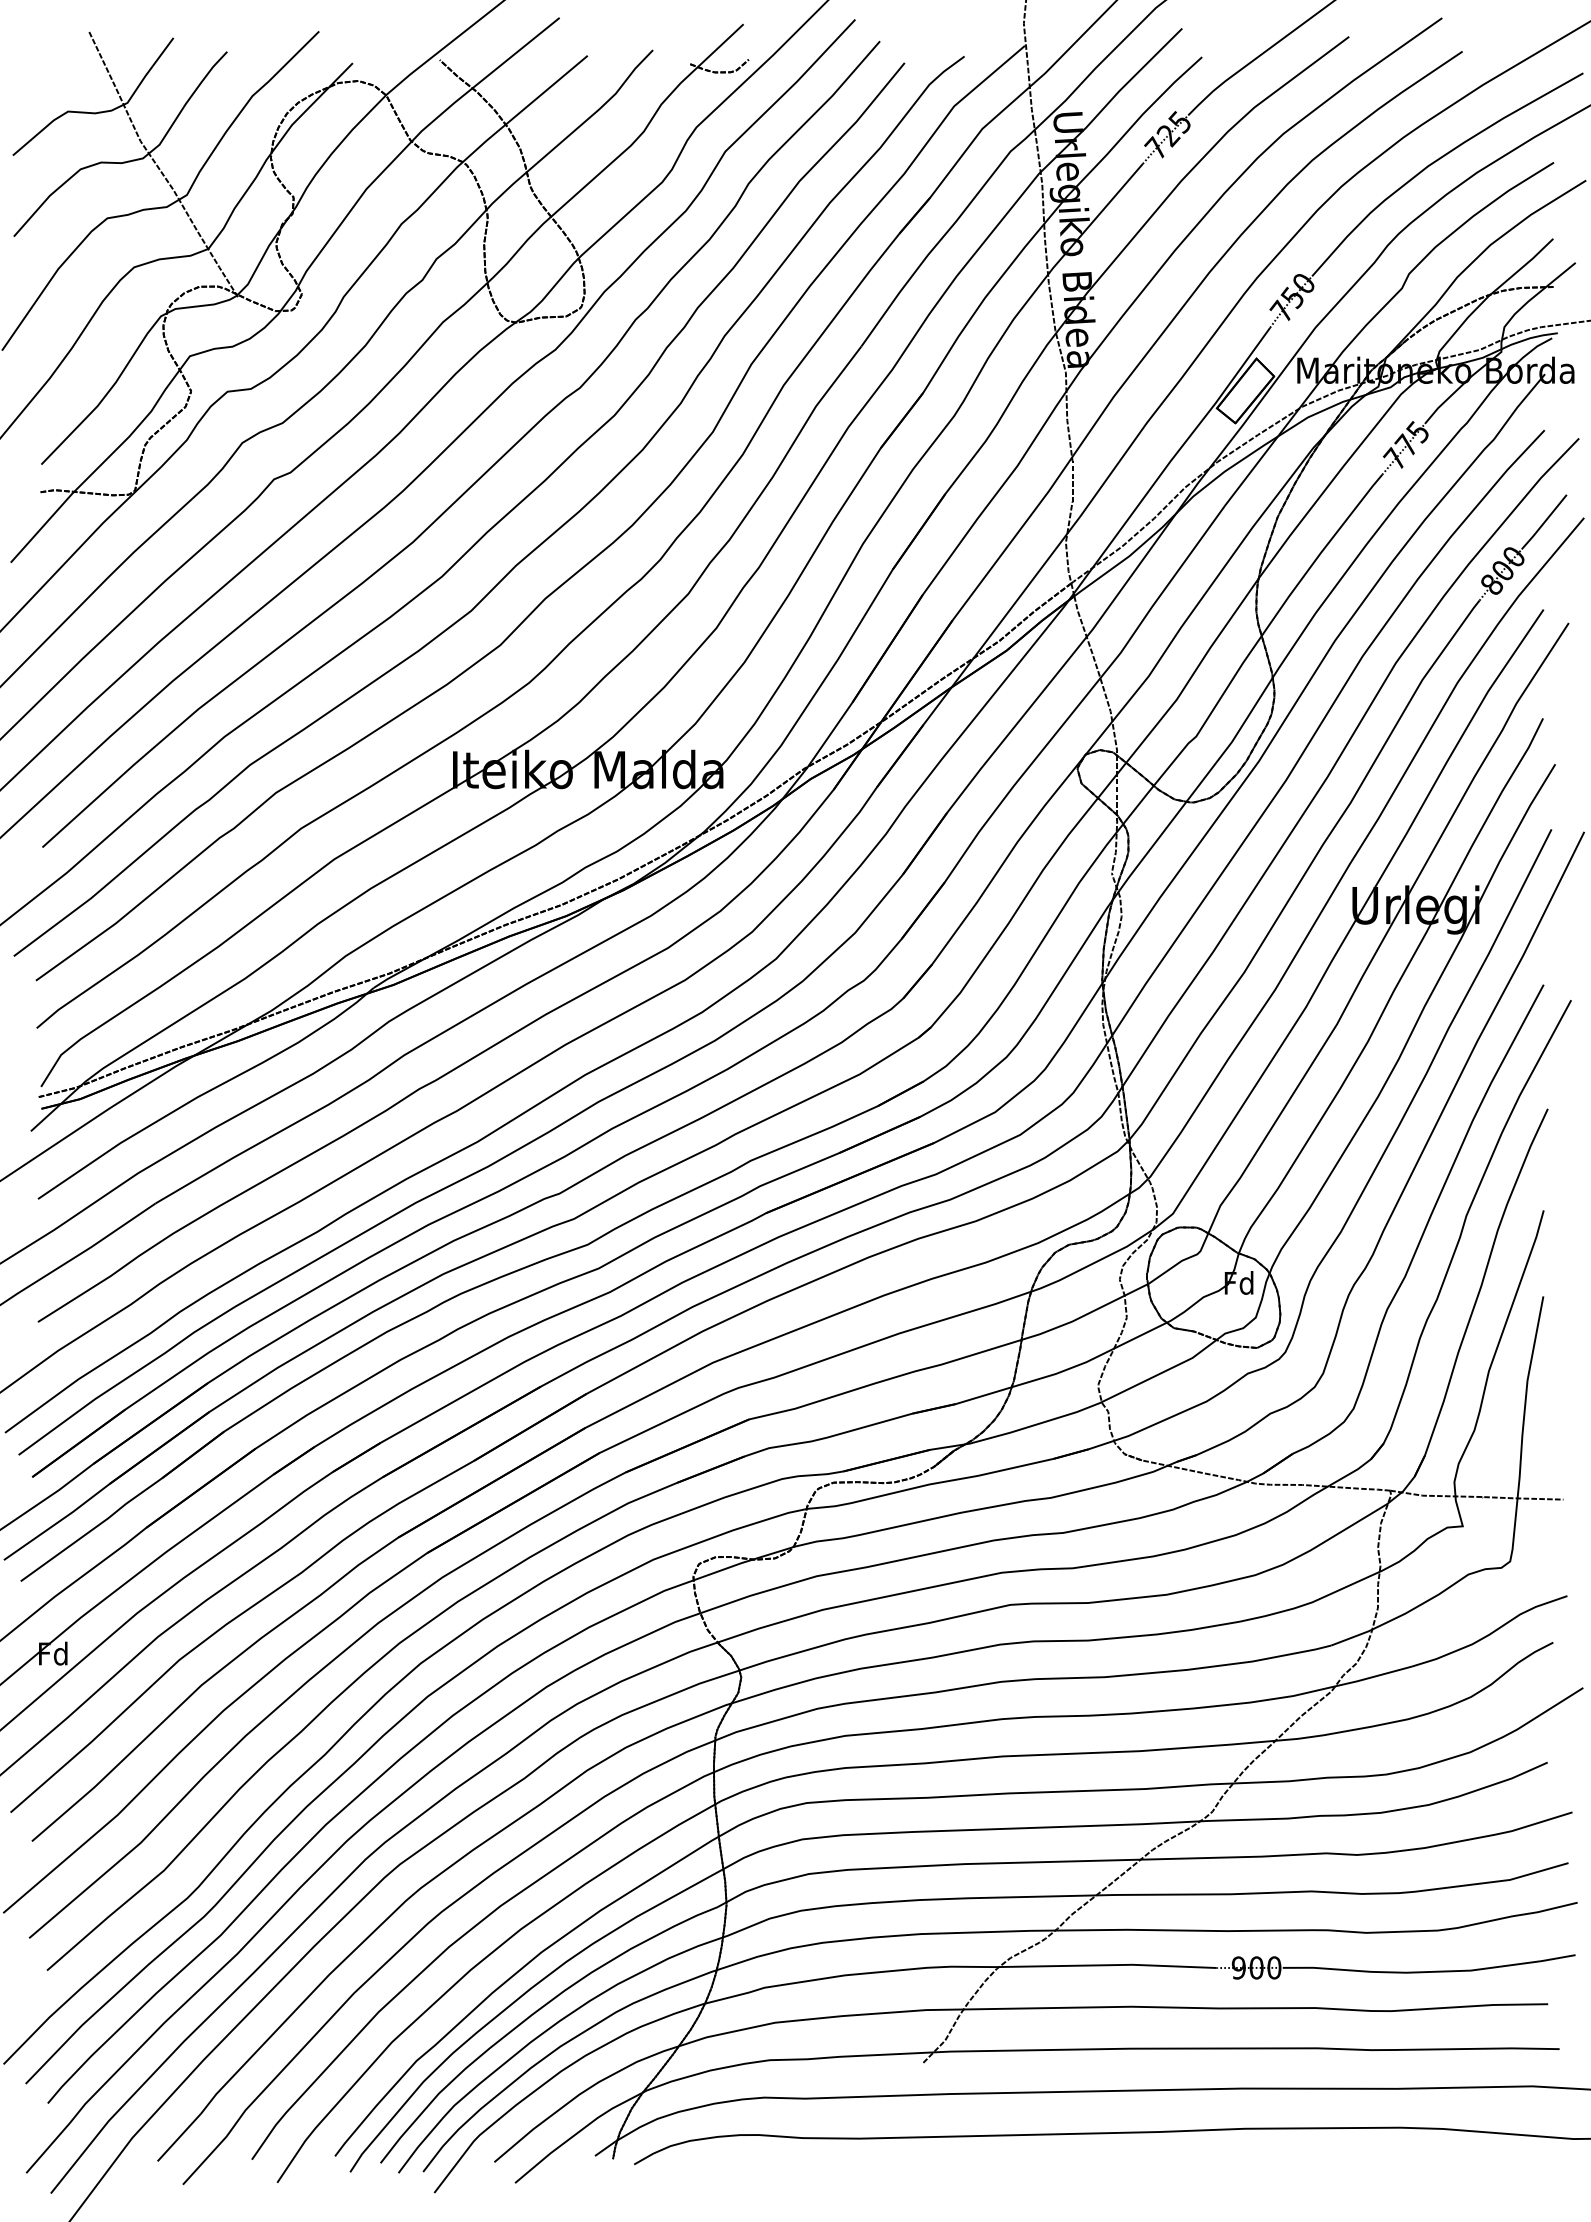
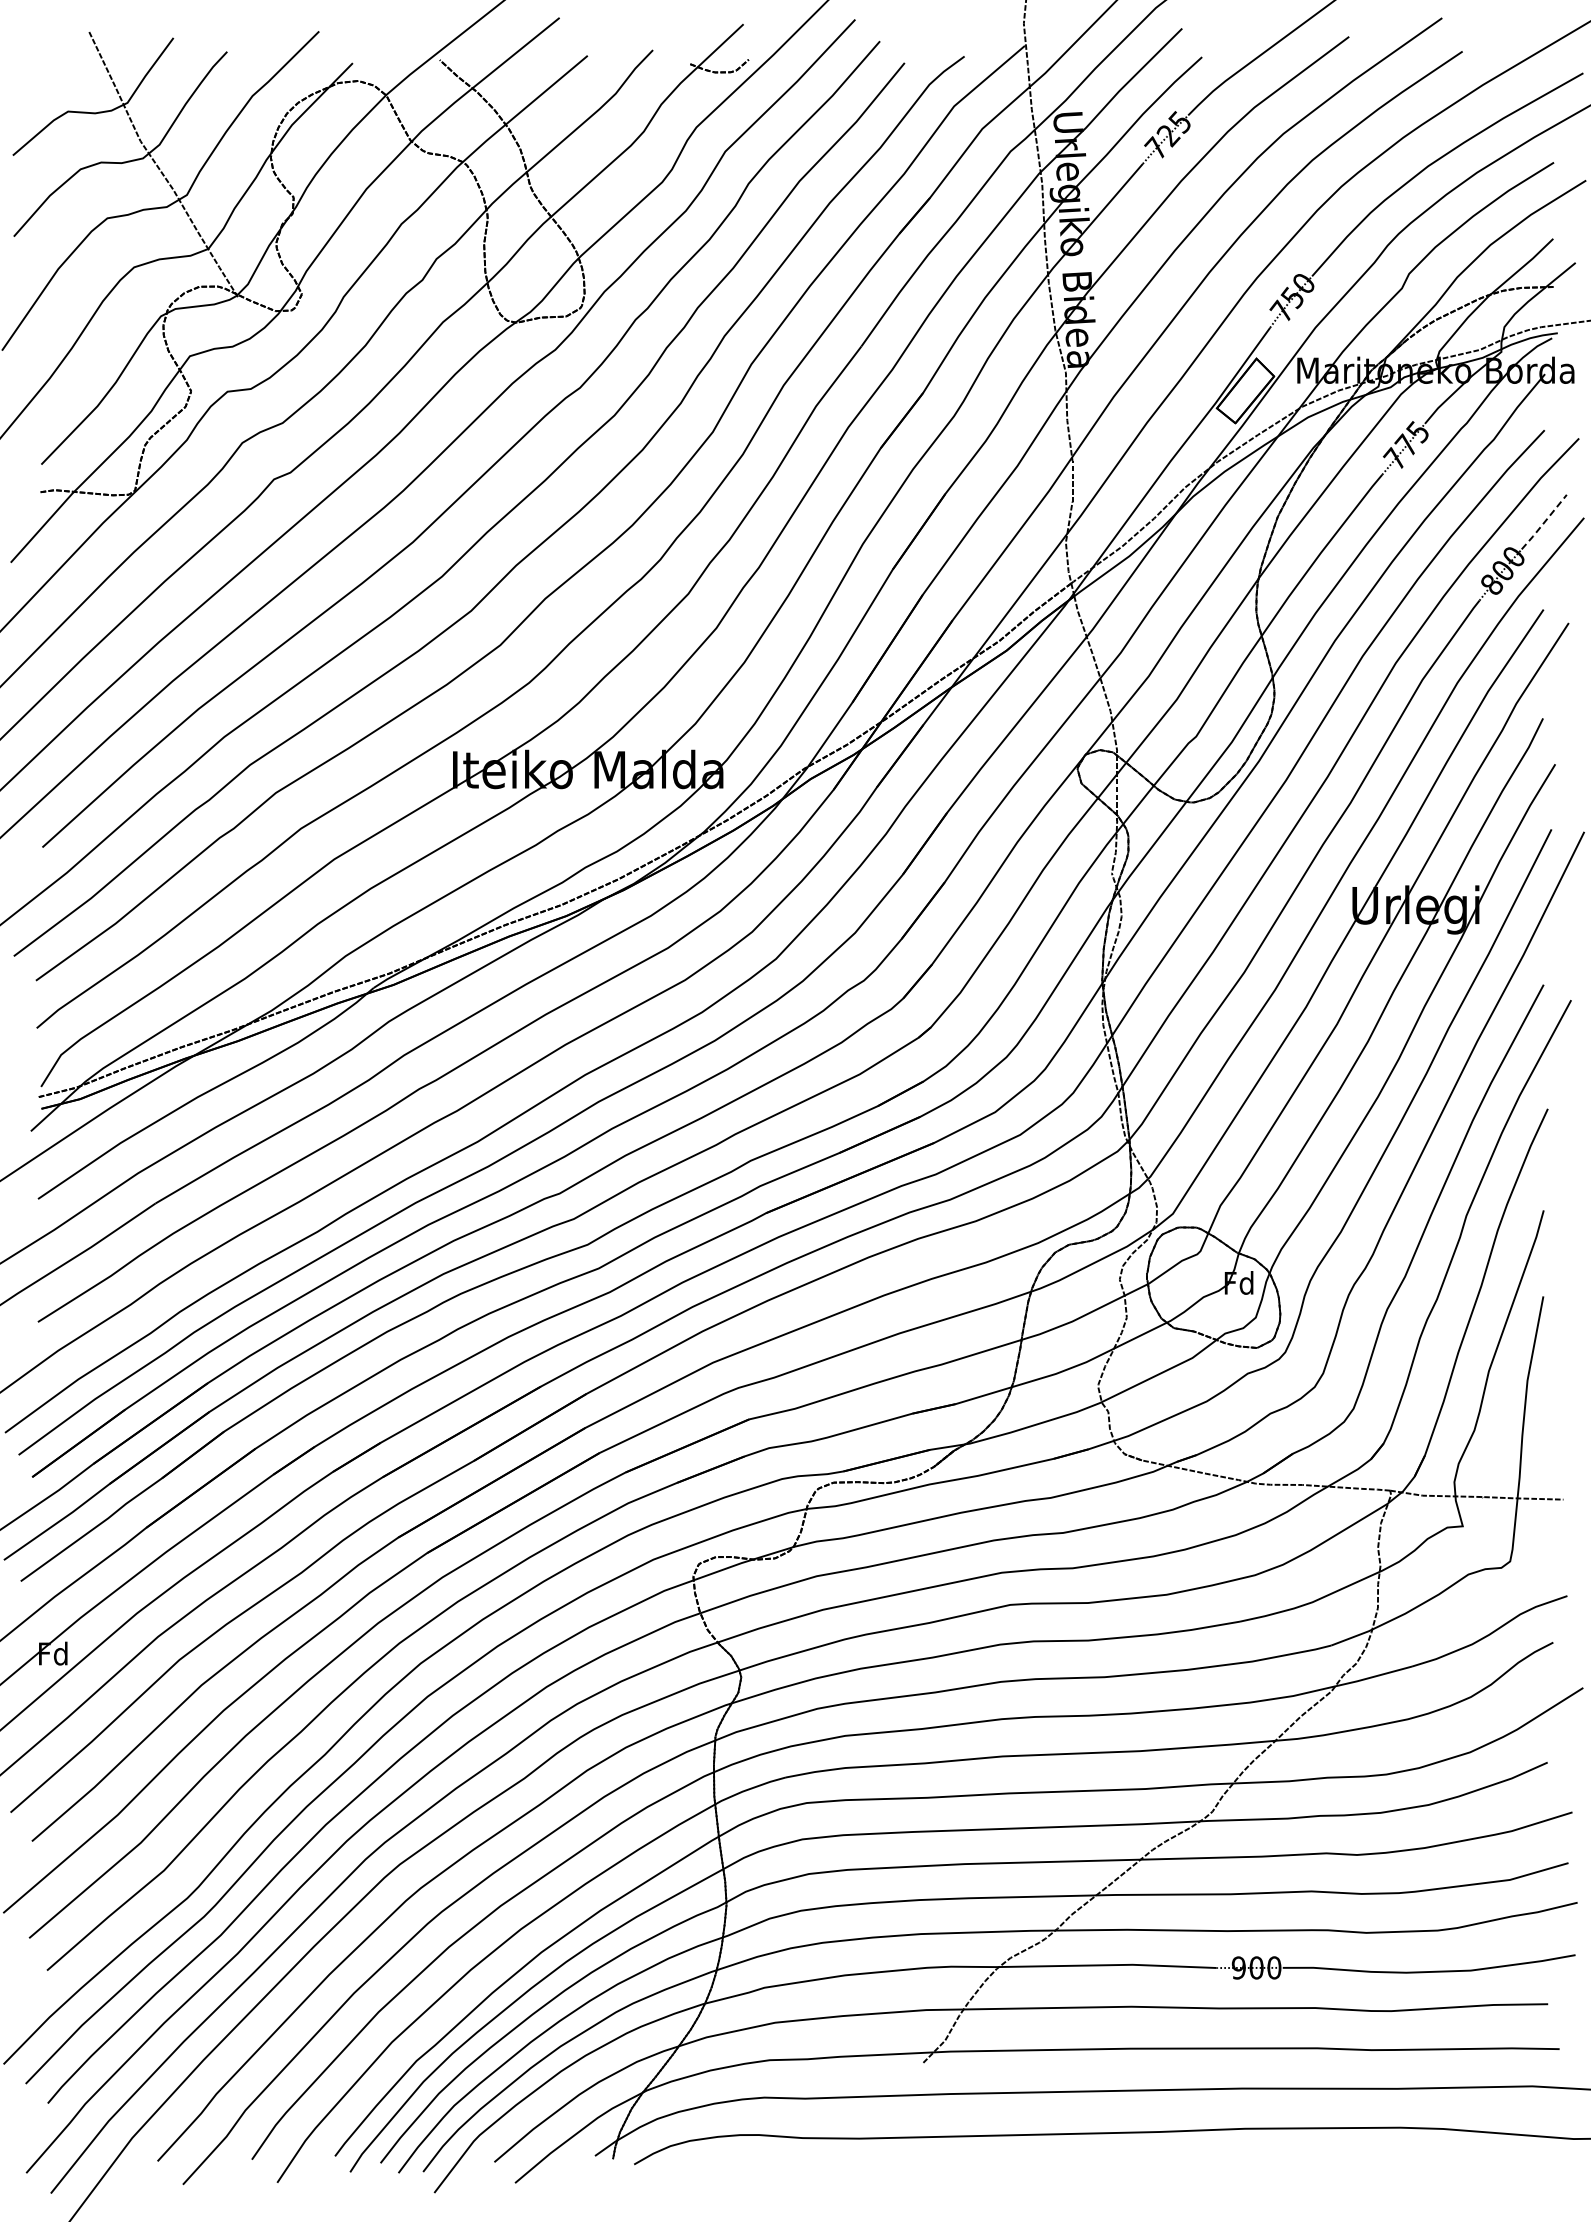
line at (1544, 522): solid -> dashed
